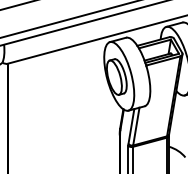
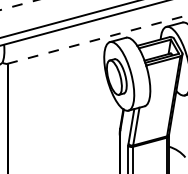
line at (18, 5): solid -> dashed
line at (98, 39): solid -> dashed
